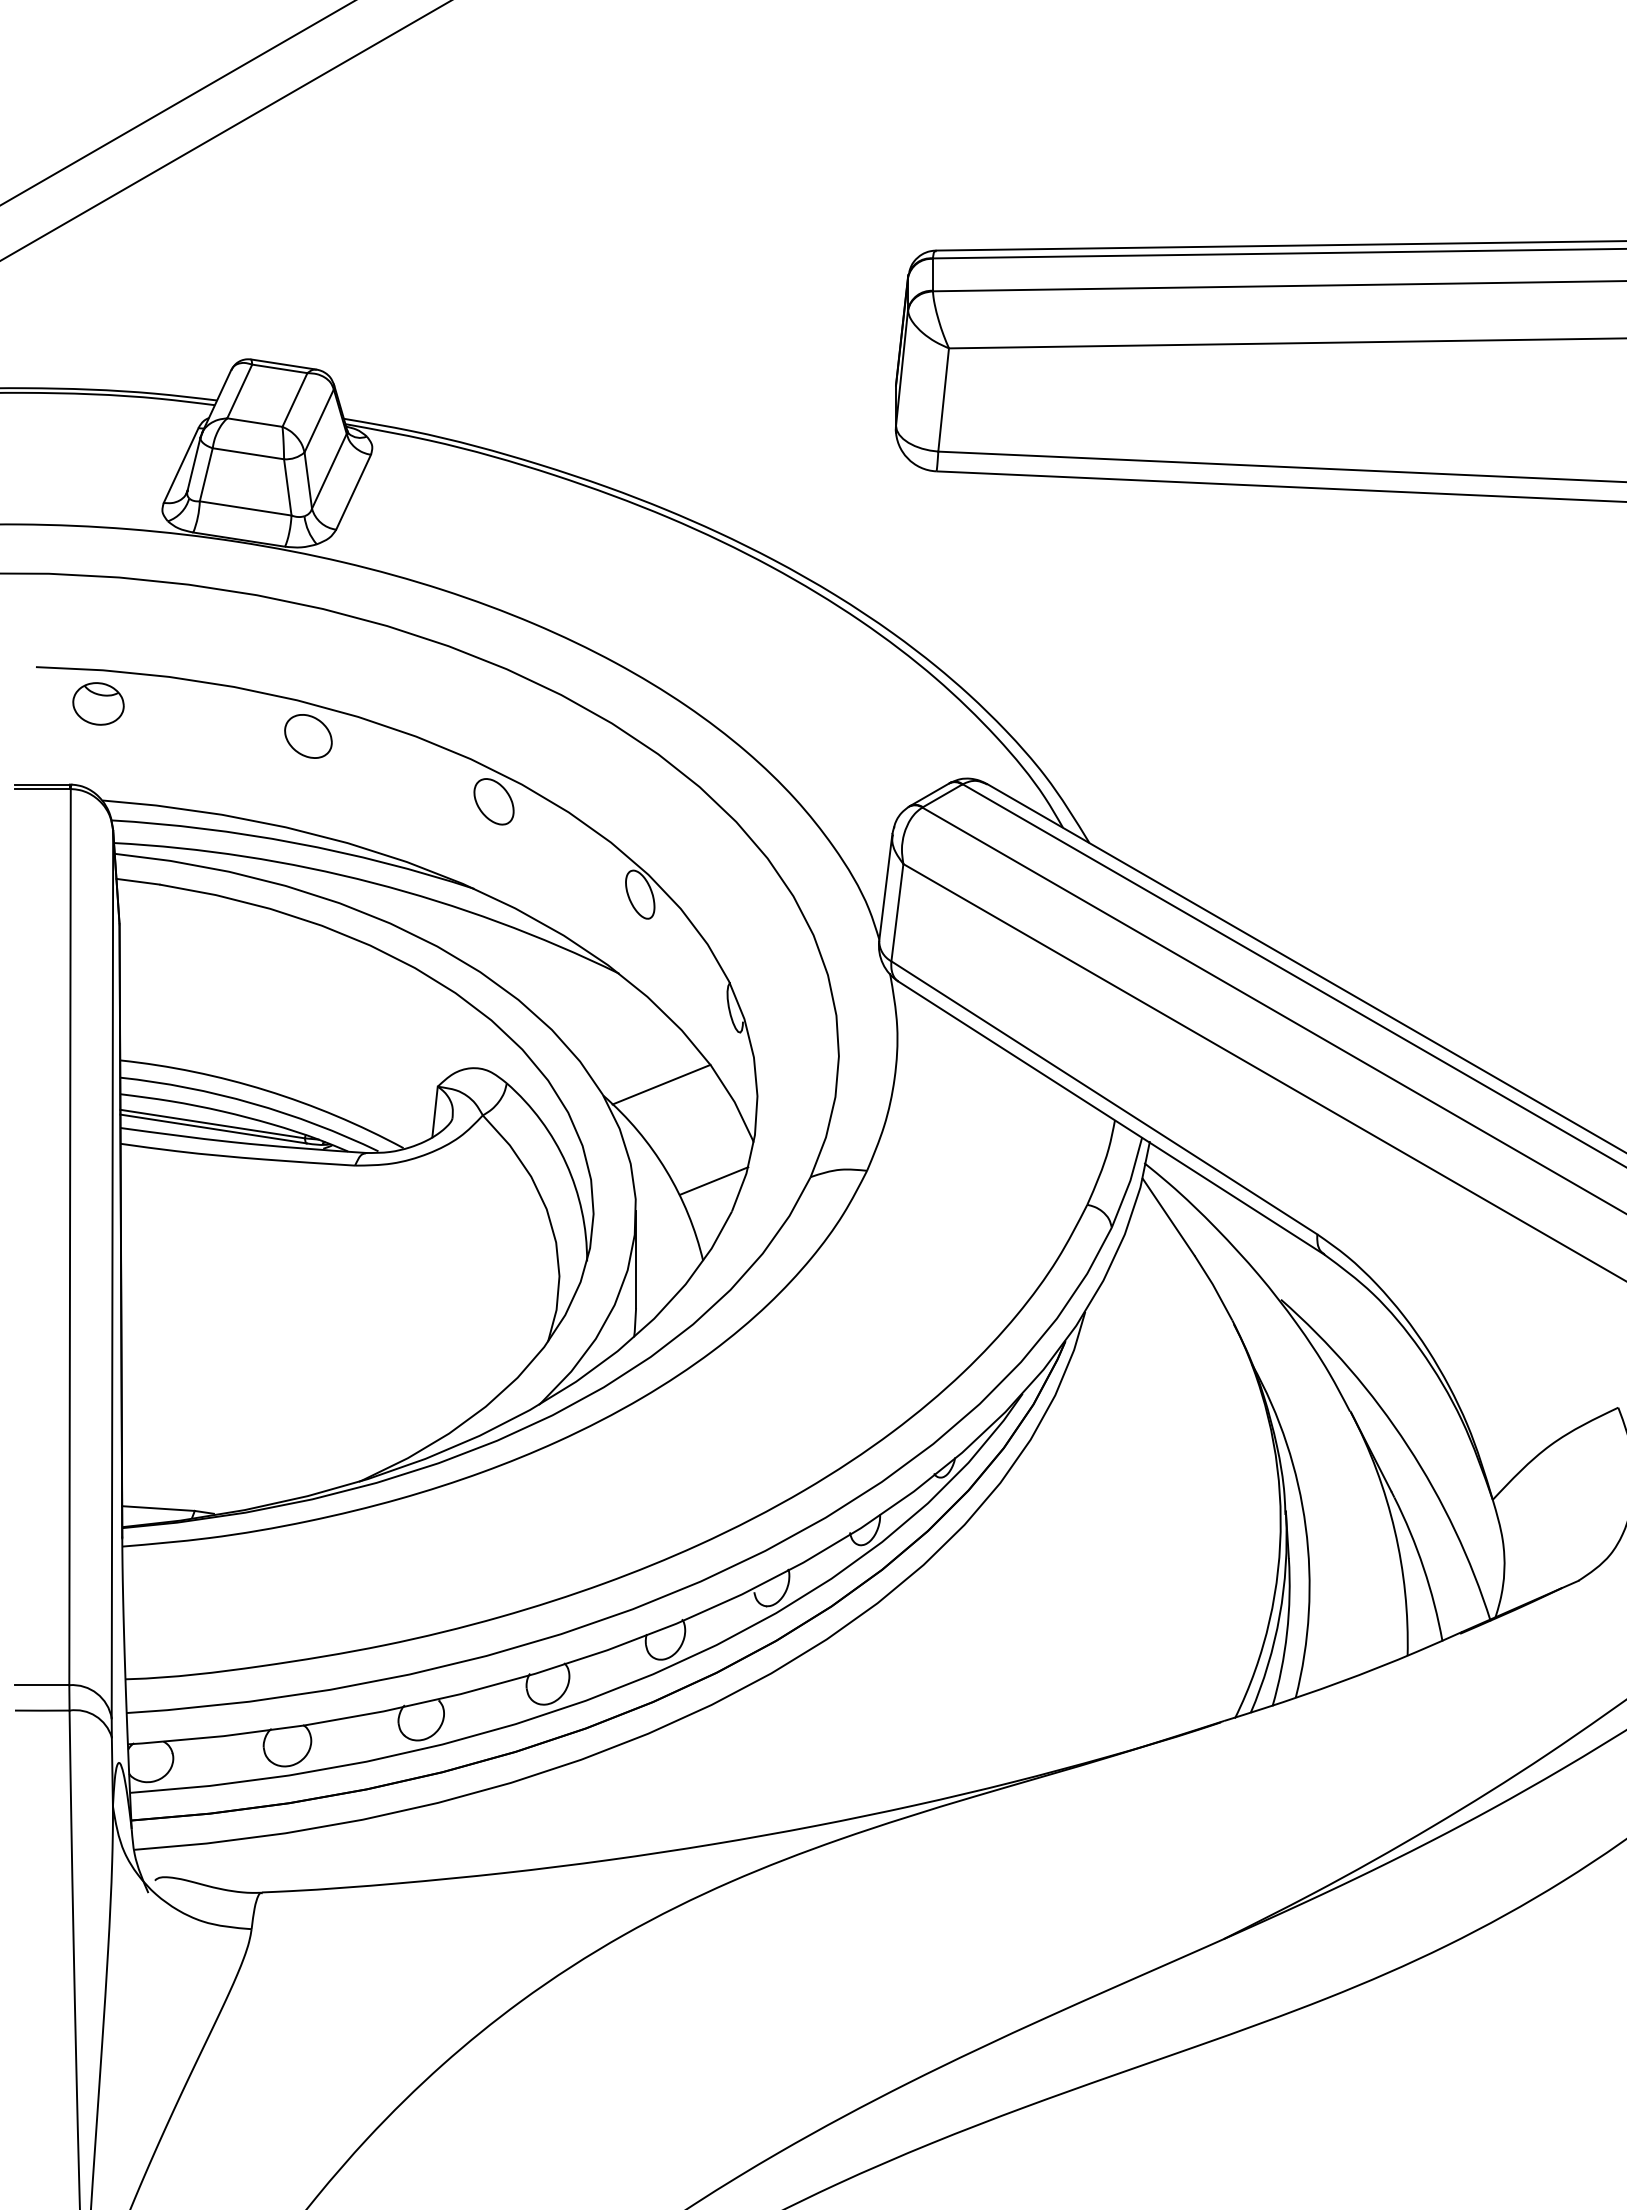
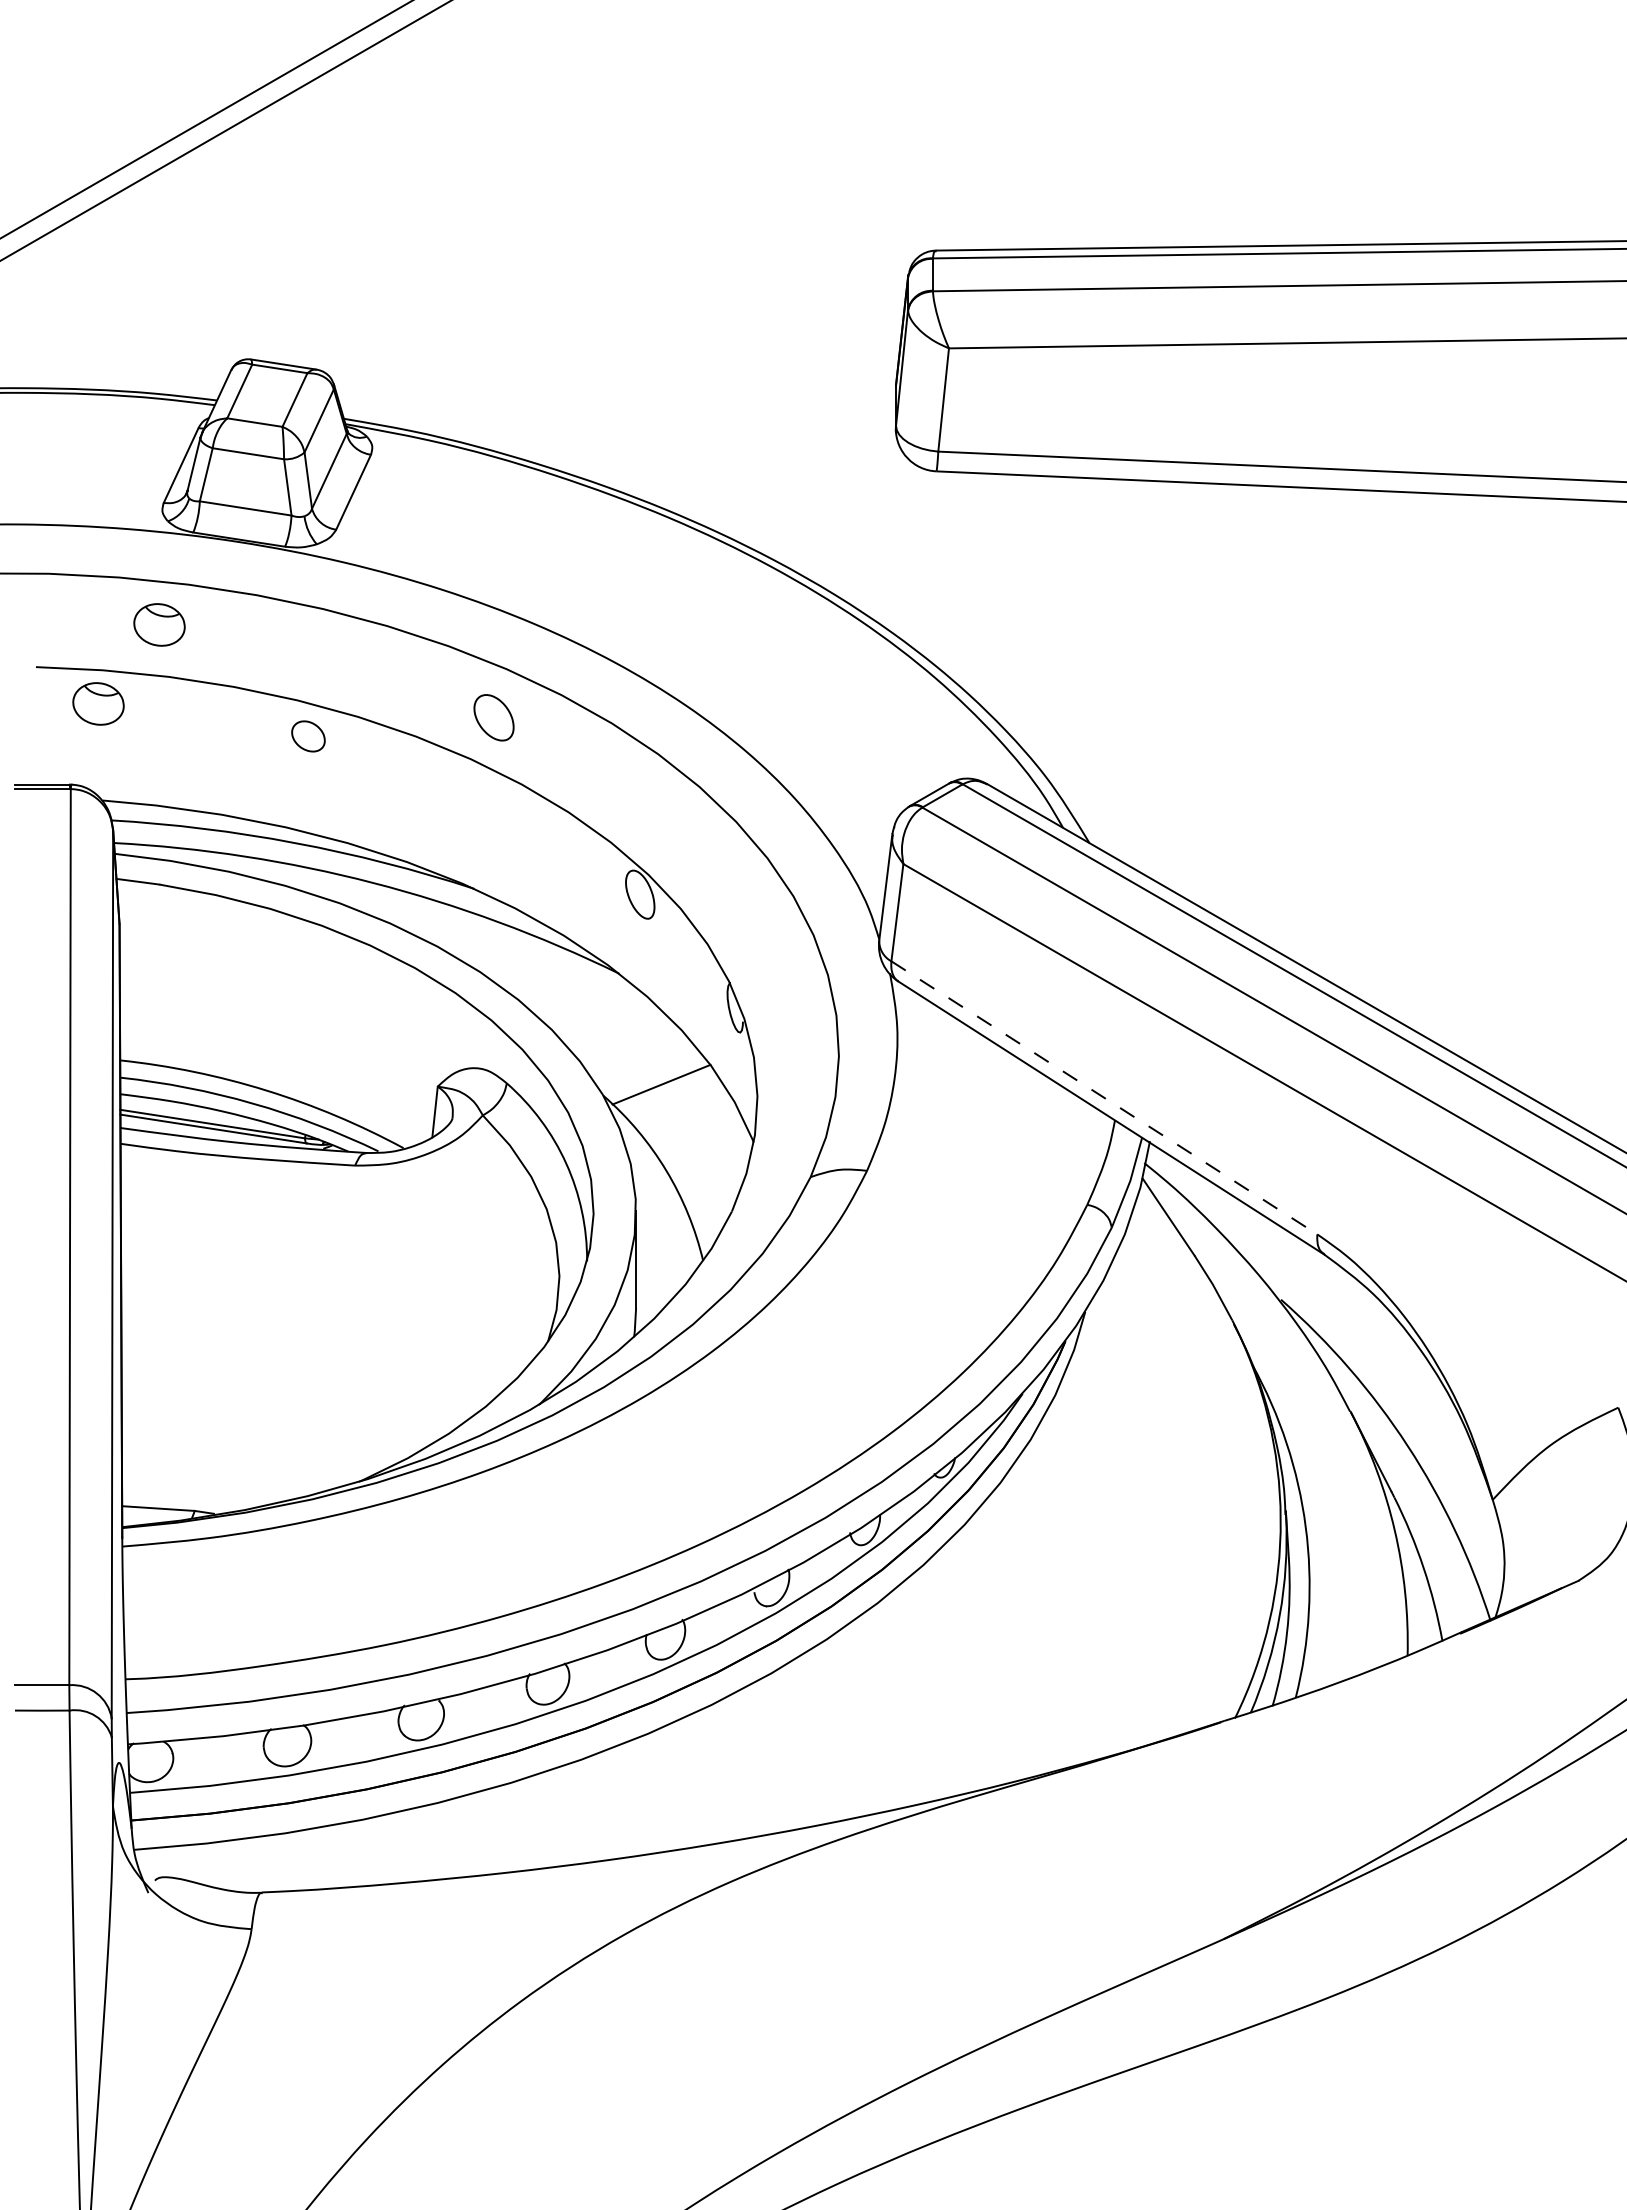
line at (177, 103) position: (177, 103) -> (205, 119)
part at (159, 624): none -> present
part at (308, 736) size: 49x45 px -> 35x33 px
part at (493, 801) position: (493, 801) -> (493, 717)
line at (1104, 1097): solid -> dashed
line at (713, 1180): present -> none
